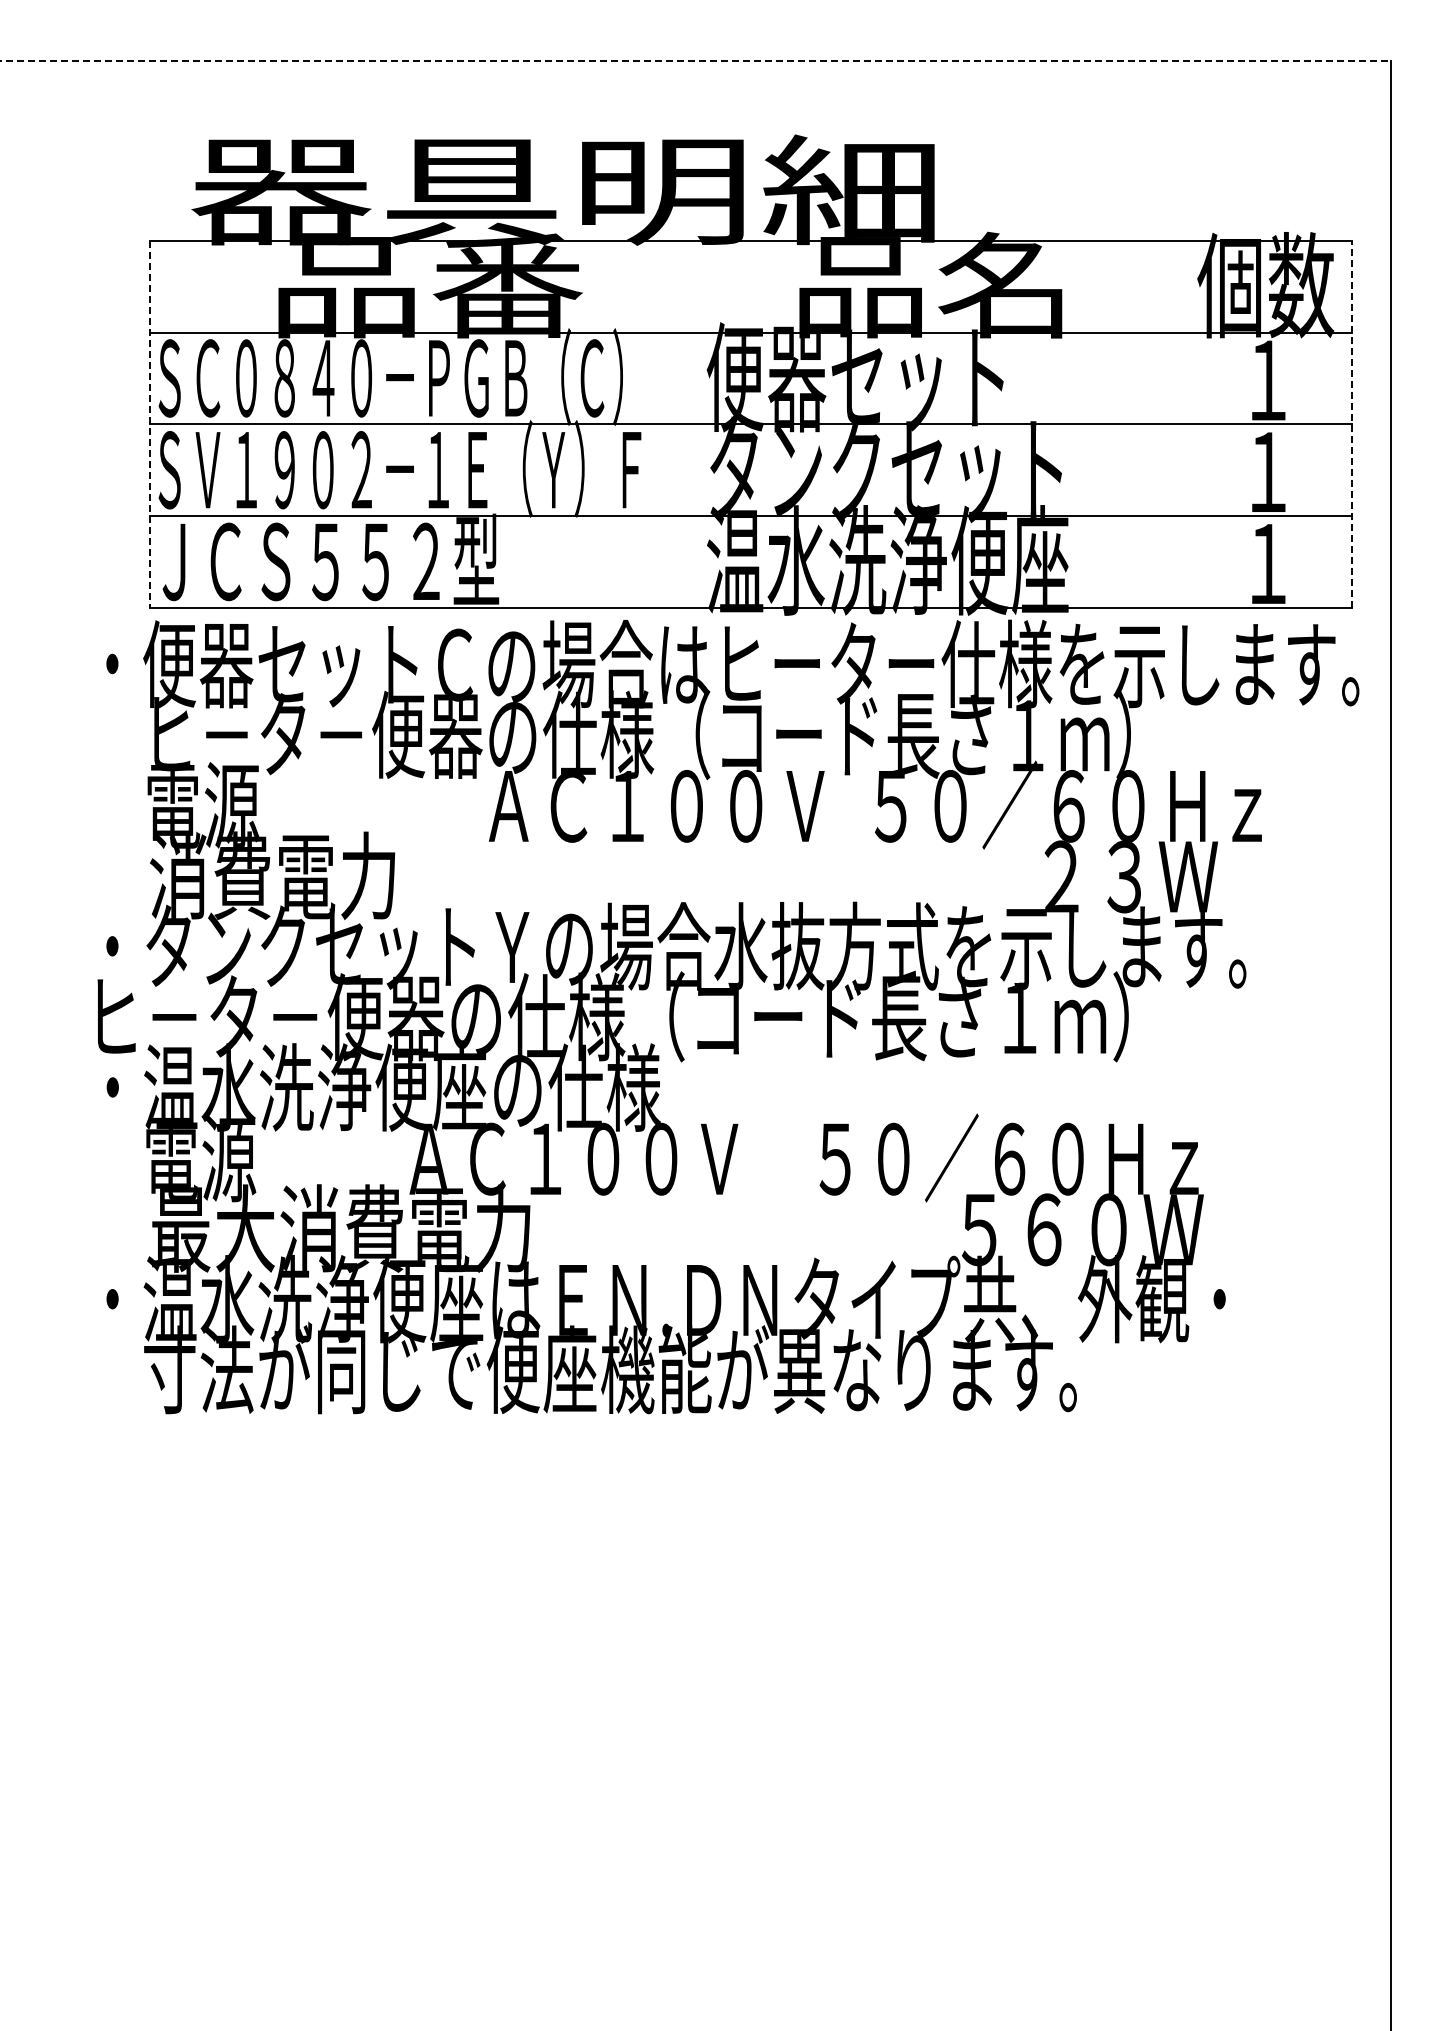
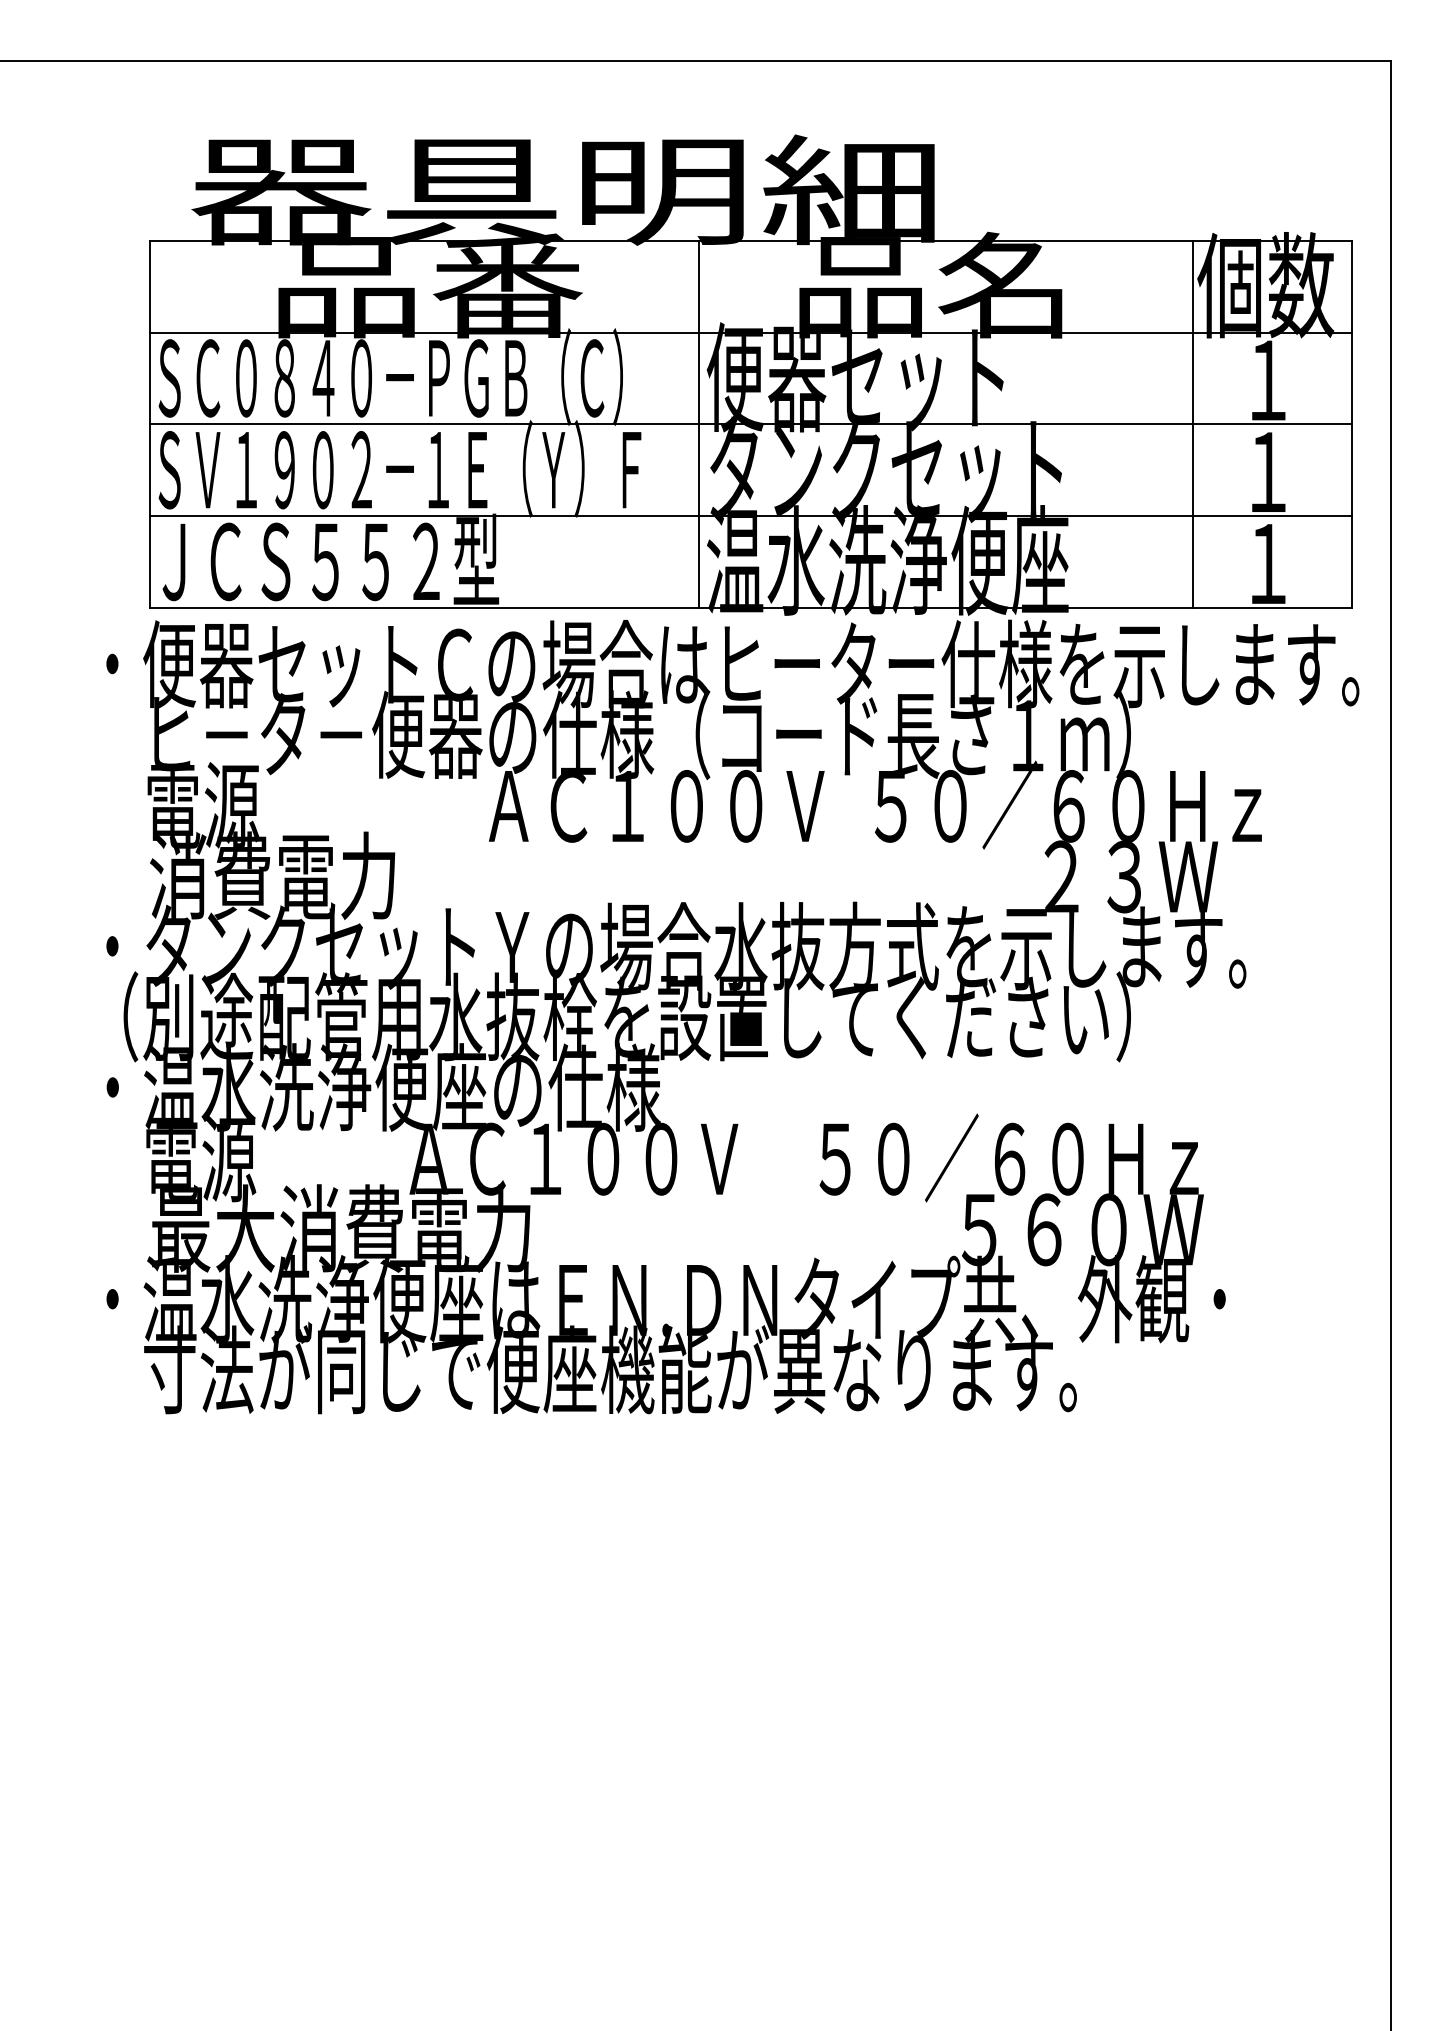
line at (695, 60): dashed -> solid
line at (699, 423): none -> present
line at (1193, 423): none -> present
line at (150, 424): dashed -> solid
line at (1352, 424): dashed -> solid
text at (613, 1016): ヒ－タ－便器の仕様（コード長さ１ｍ） -> （別途配管用水抜栓を設置してください）
